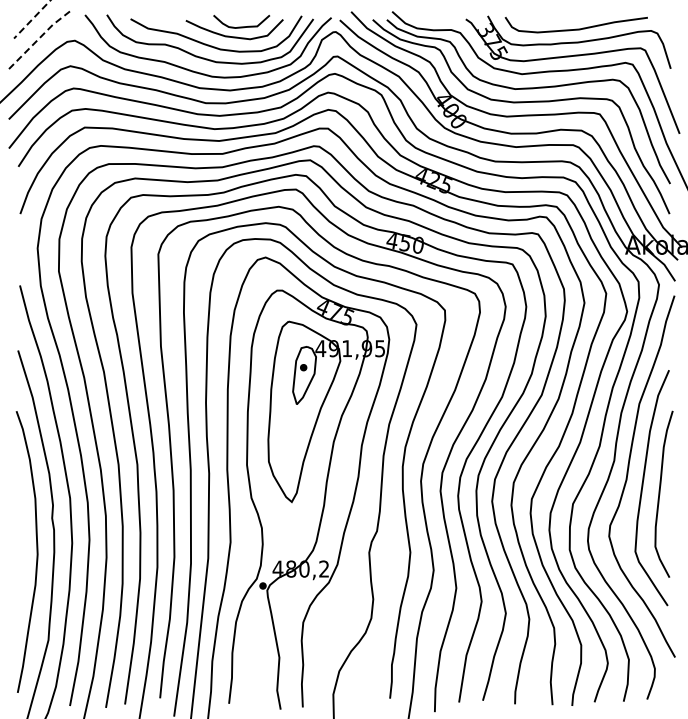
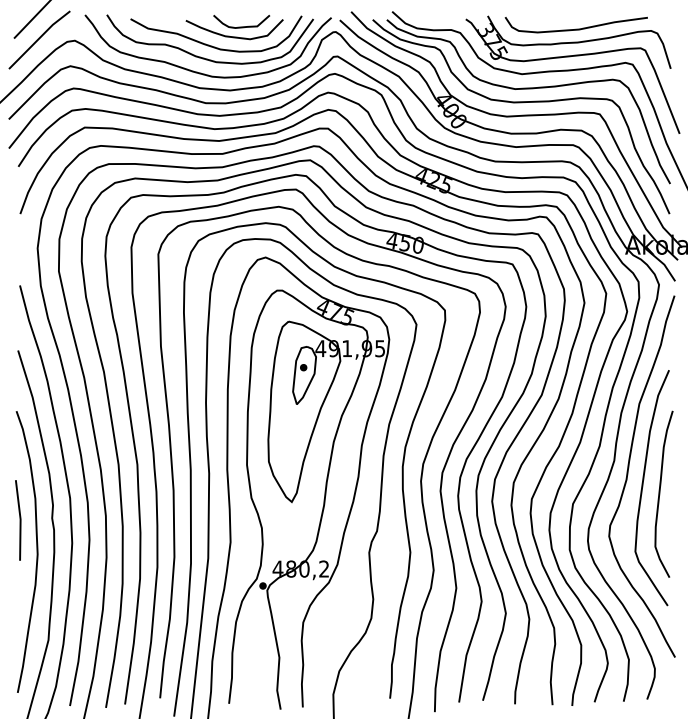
line at (31, 19): dashed -> solid
line at (39, 38): dashed -> solid
line at (19, 520): none -> present
